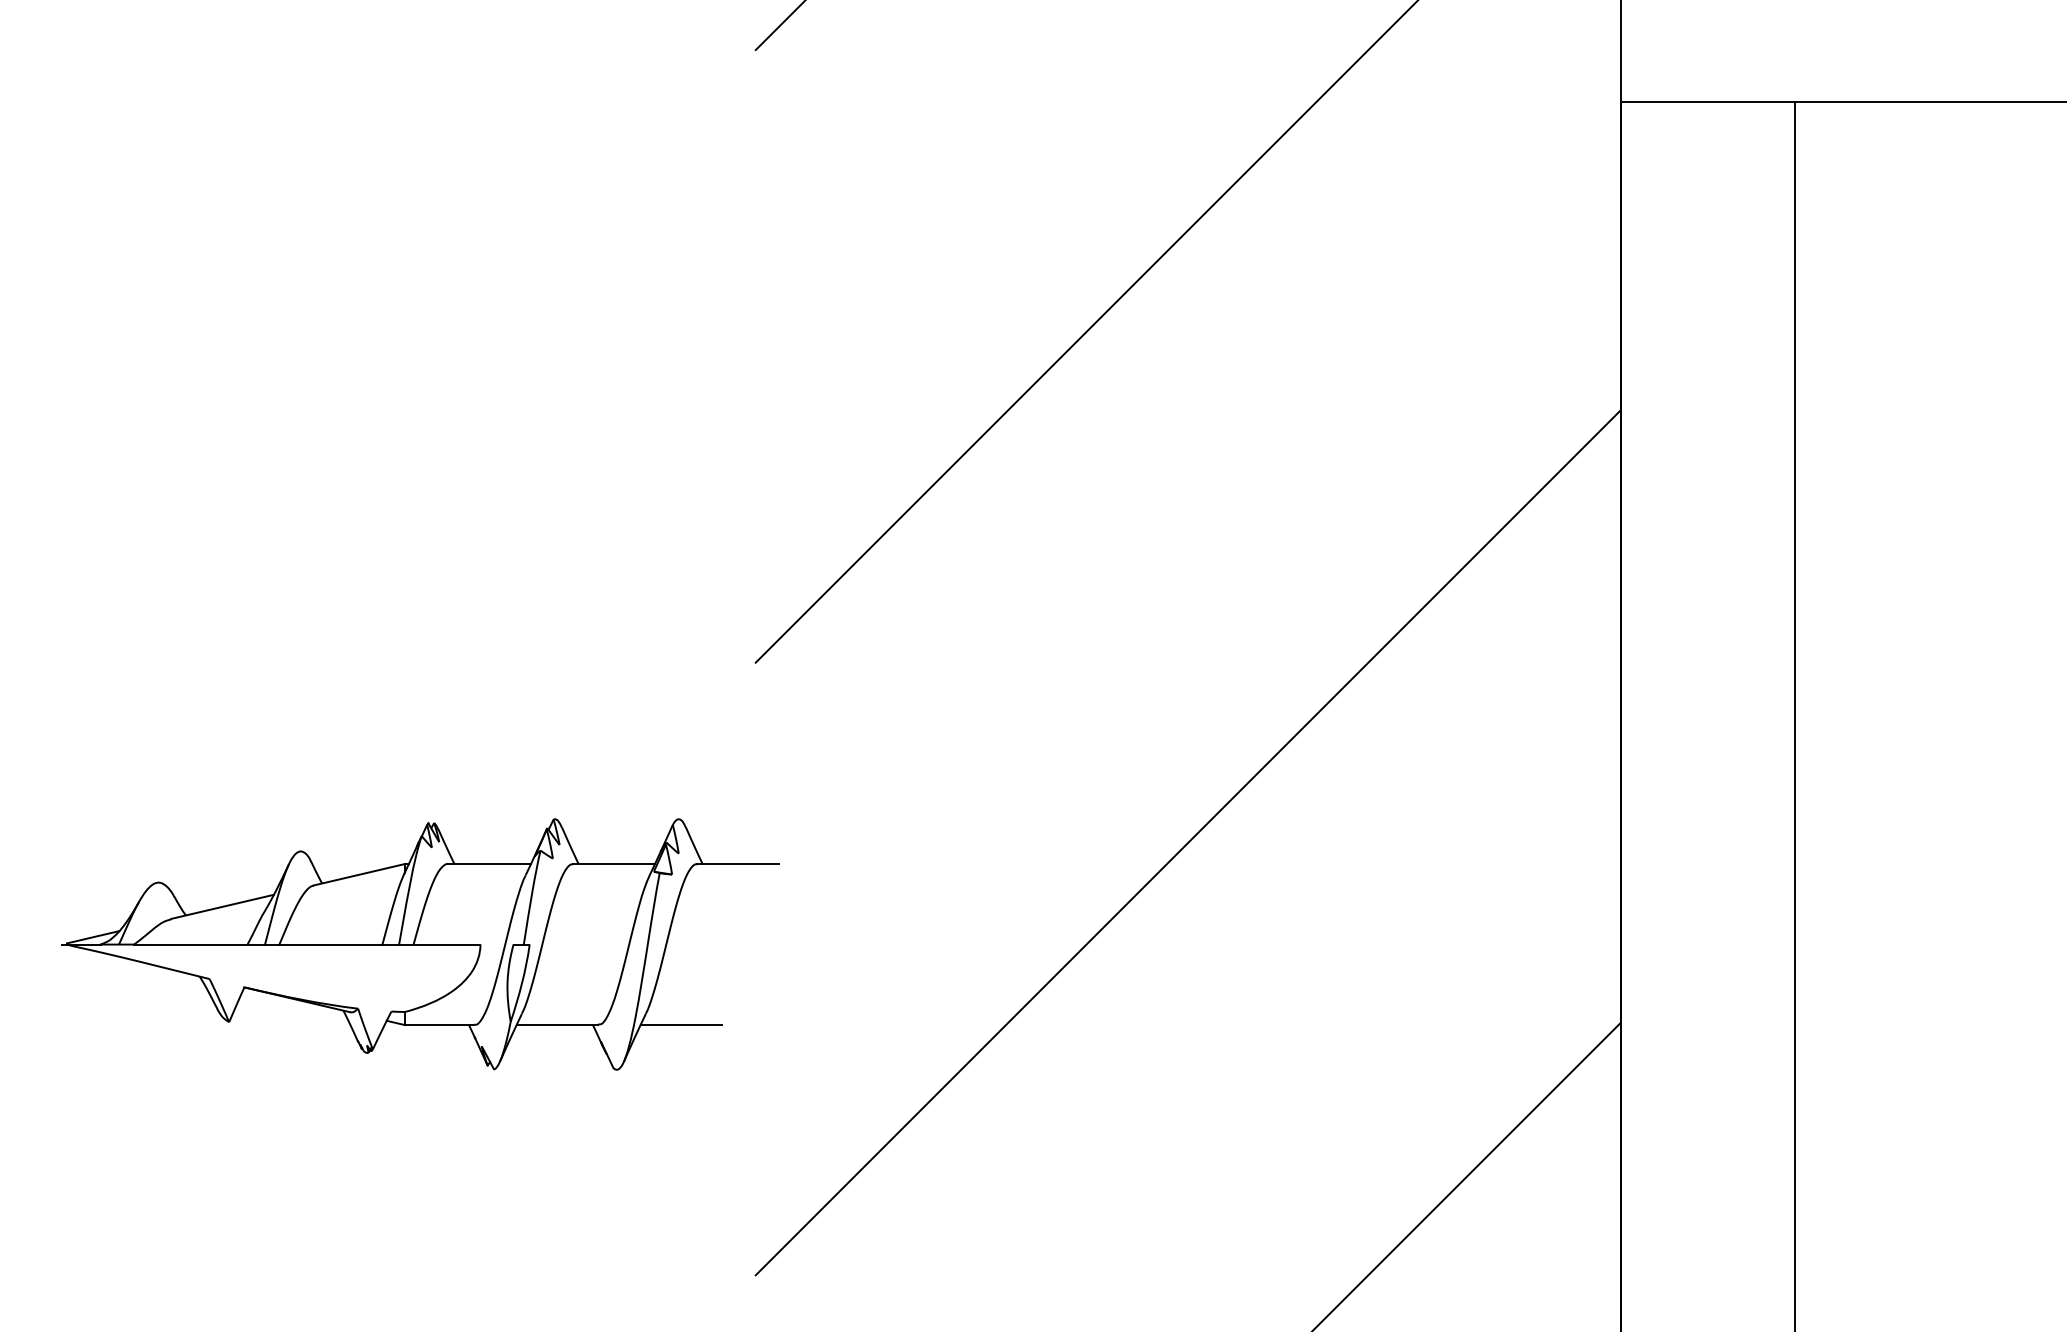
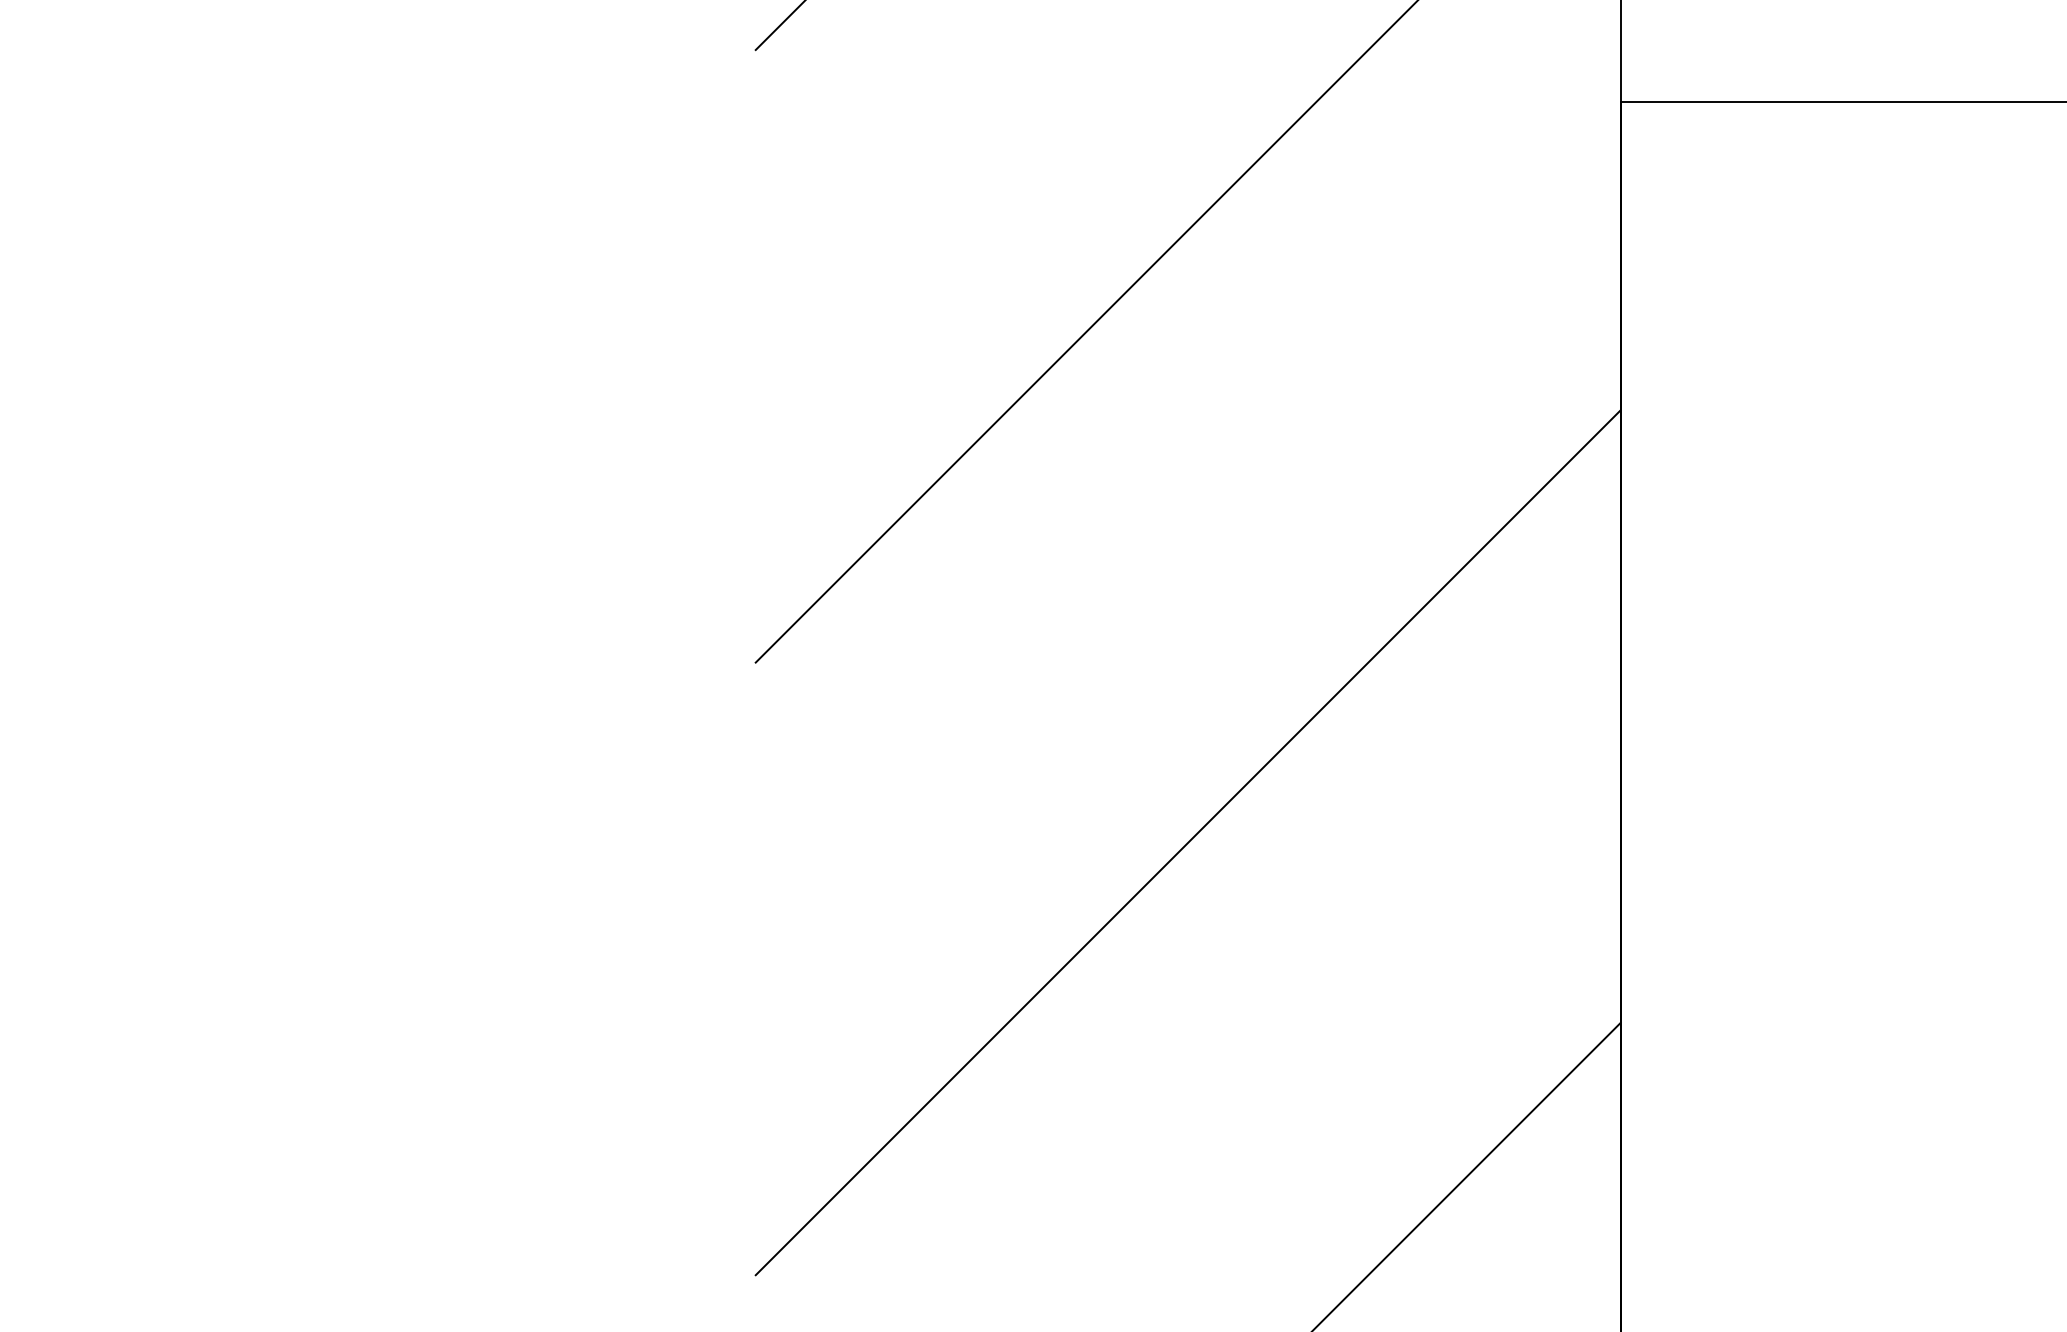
line at (1794, 715): present -> none
part at (420, 944): present -> none
